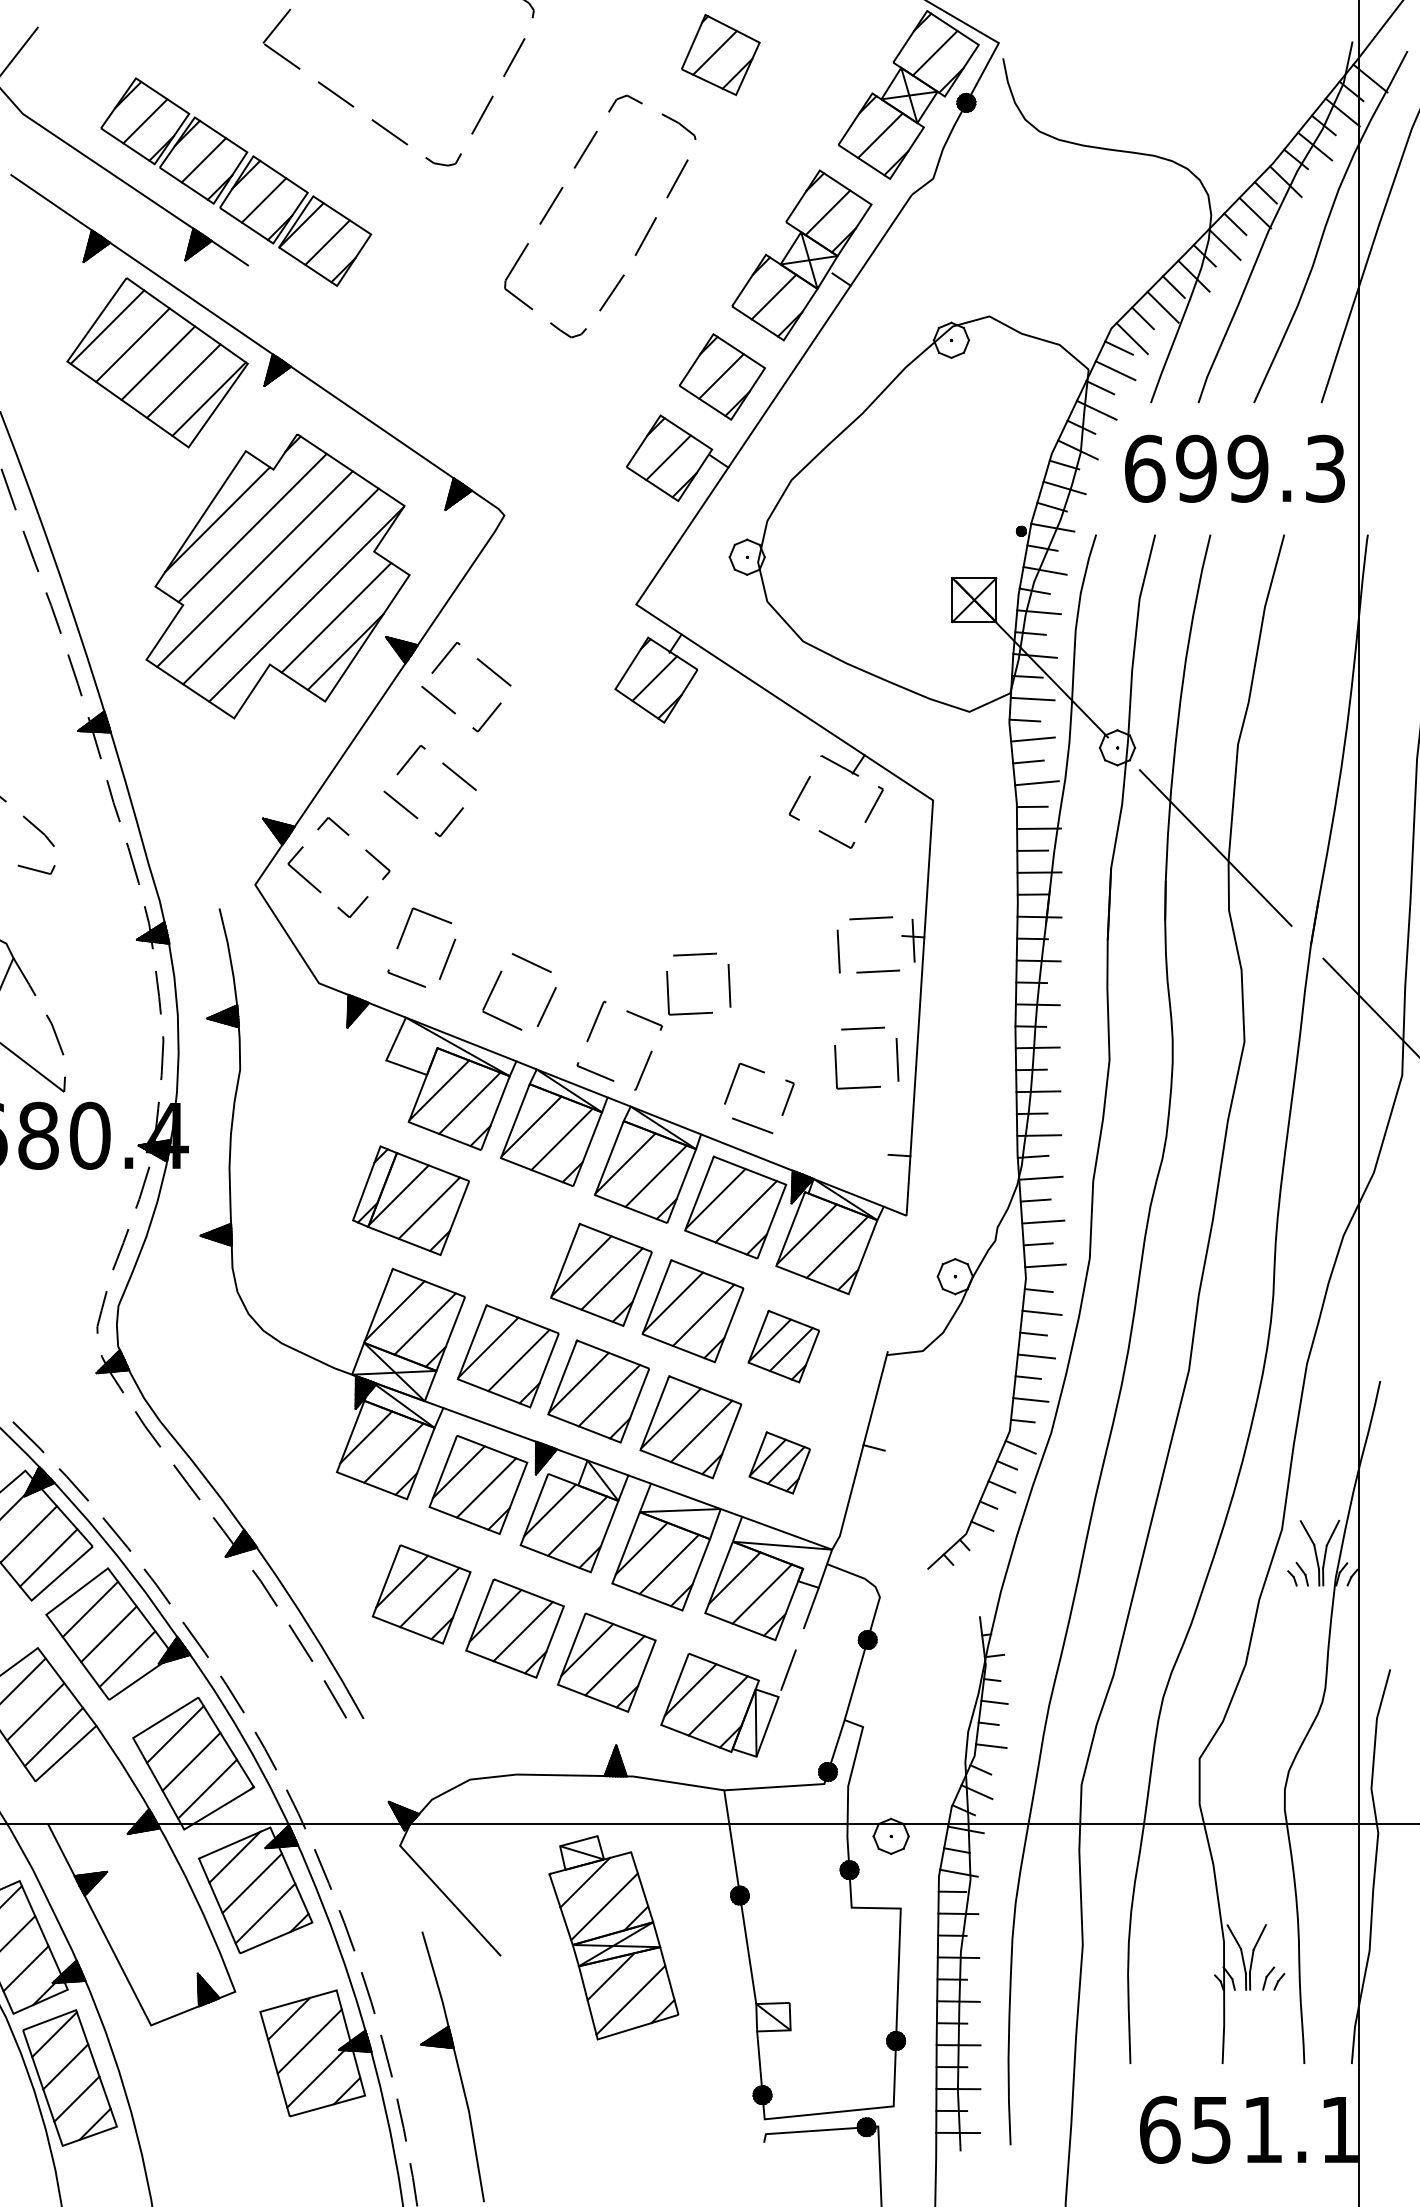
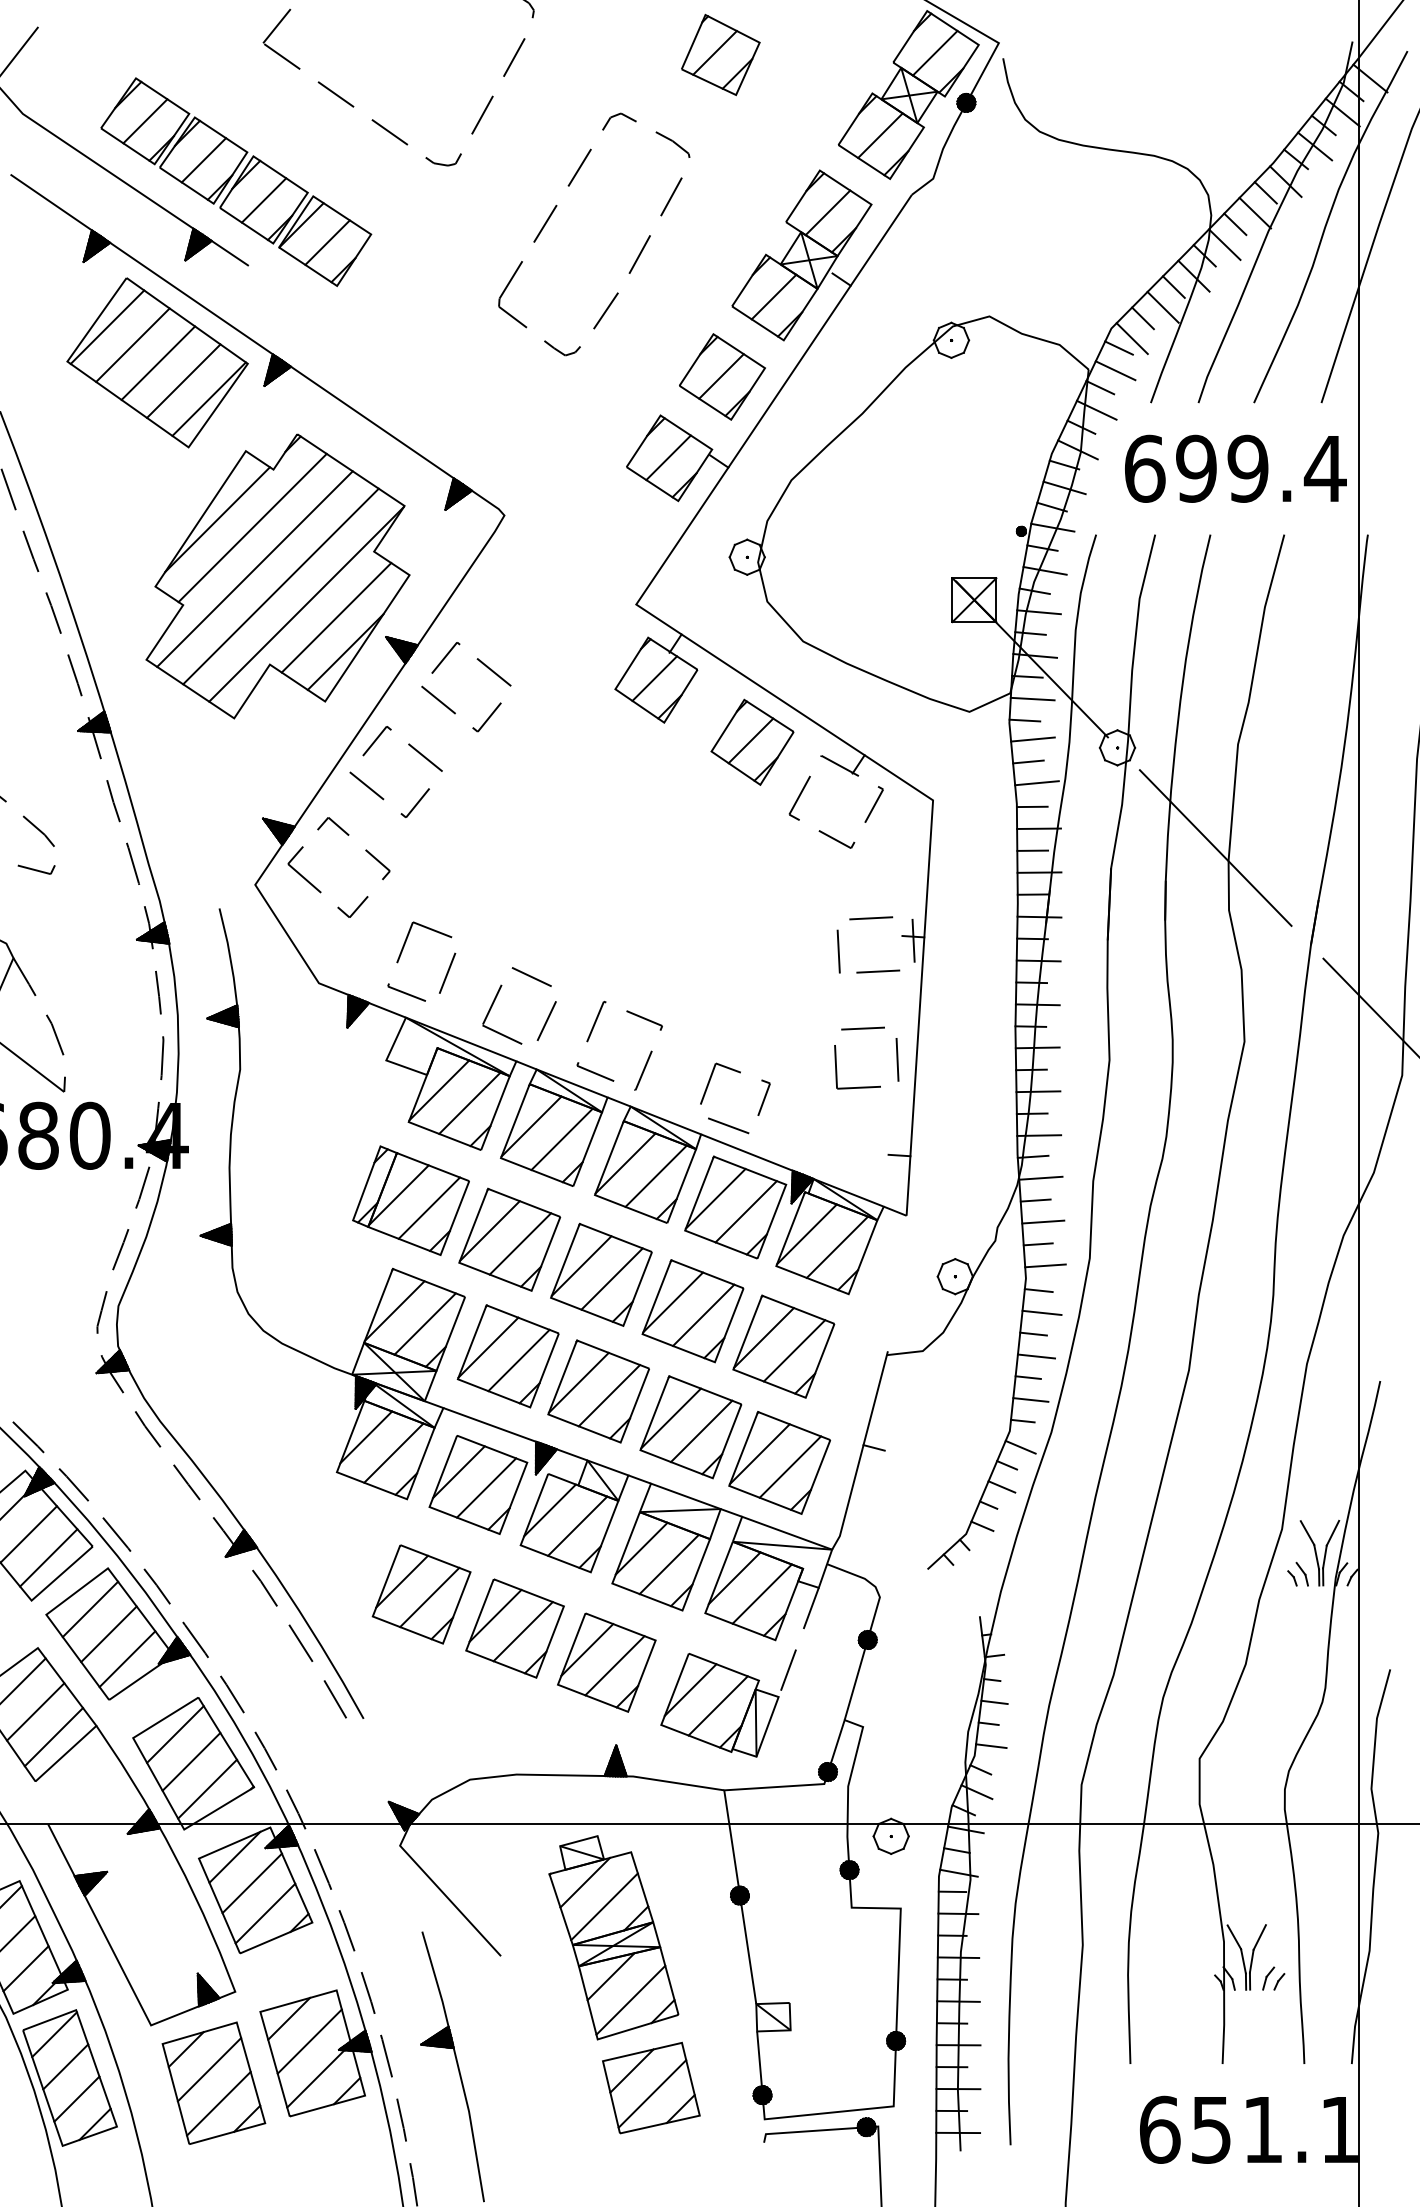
part at (560, 193) position: (560, 193) -> (554, 211)
text at (1324, 468): 699.3 -> 699.4
part at (752, 741): none -> present
part at (413, 813) position: (413, 813) -> (379, 794)
part at (402, 938) position: (402, 938) -> (402, 952)
part at (698, 955): present -> none
part at (498, 980) position: (498, 980) -> (498, 994)
part at (763, 1073) position: (763, 1073) -> (739, 1073)
part at (509, 1239): none -> present
part at (783, 1346) size: 73x75 px -> 104x105 px
part at (779, 1462) size: 63x64 px -> 104x104 px
part at (213, 2082): none -> present
part at (651, 2087): none -> present
